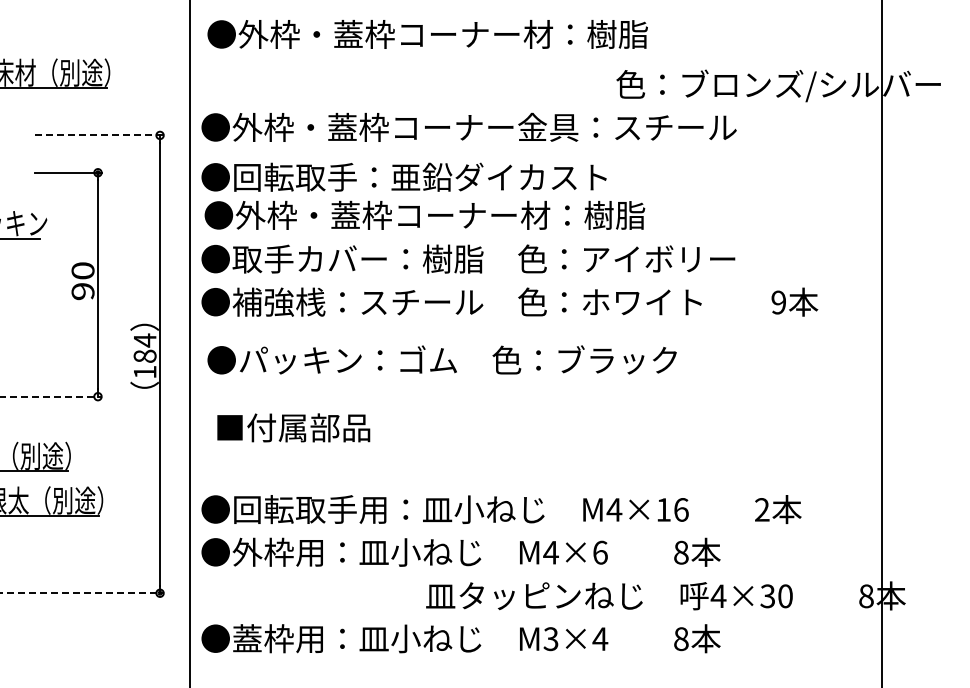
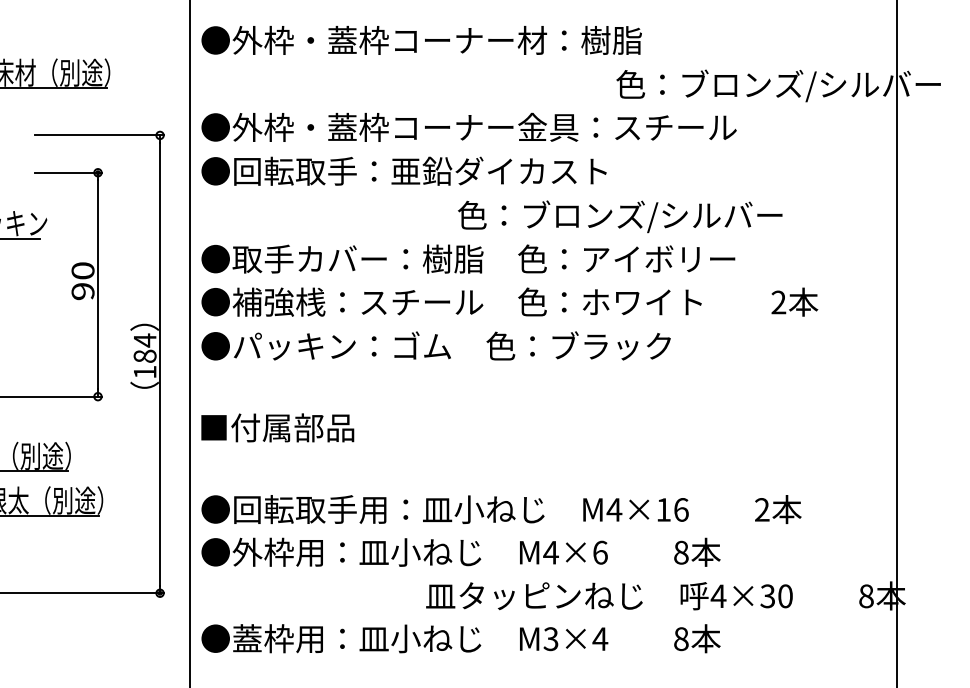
text at (427, 34) position: (427, 34) -> (421, 40)
line at (100, 135): dashed -> solid
text at (403, 176) position: (403, 176) -> (403, 170)
text at (493, 216): ●外枠・蓋枠コーナー材：樹脂 -> 色：ブロンズ/シルバー
text at (778, 302): 9 -> 2
line at (882, 343) position: (882, 343) -> (897, 343)
text at (441, 359) position: (441, 359) -> (435, 345)
line at (50, 396): dashed -> solid
text at (293, 427) position: (293, 427) -> (277, 427)
line at (81, 593): dashed -> solid
